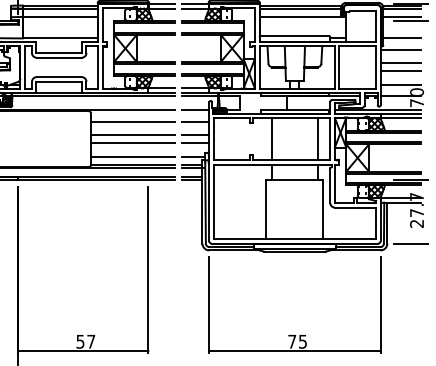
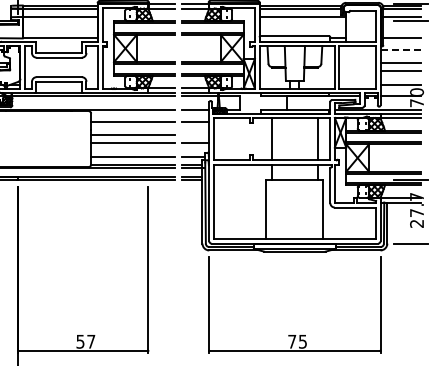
line at (401, 49): solid -> dashed
line at (195, 135): present -> none
